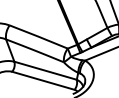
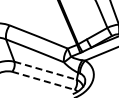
line at (46, 70): solid -> dashed
line at (43, 80): solid -> dashed
